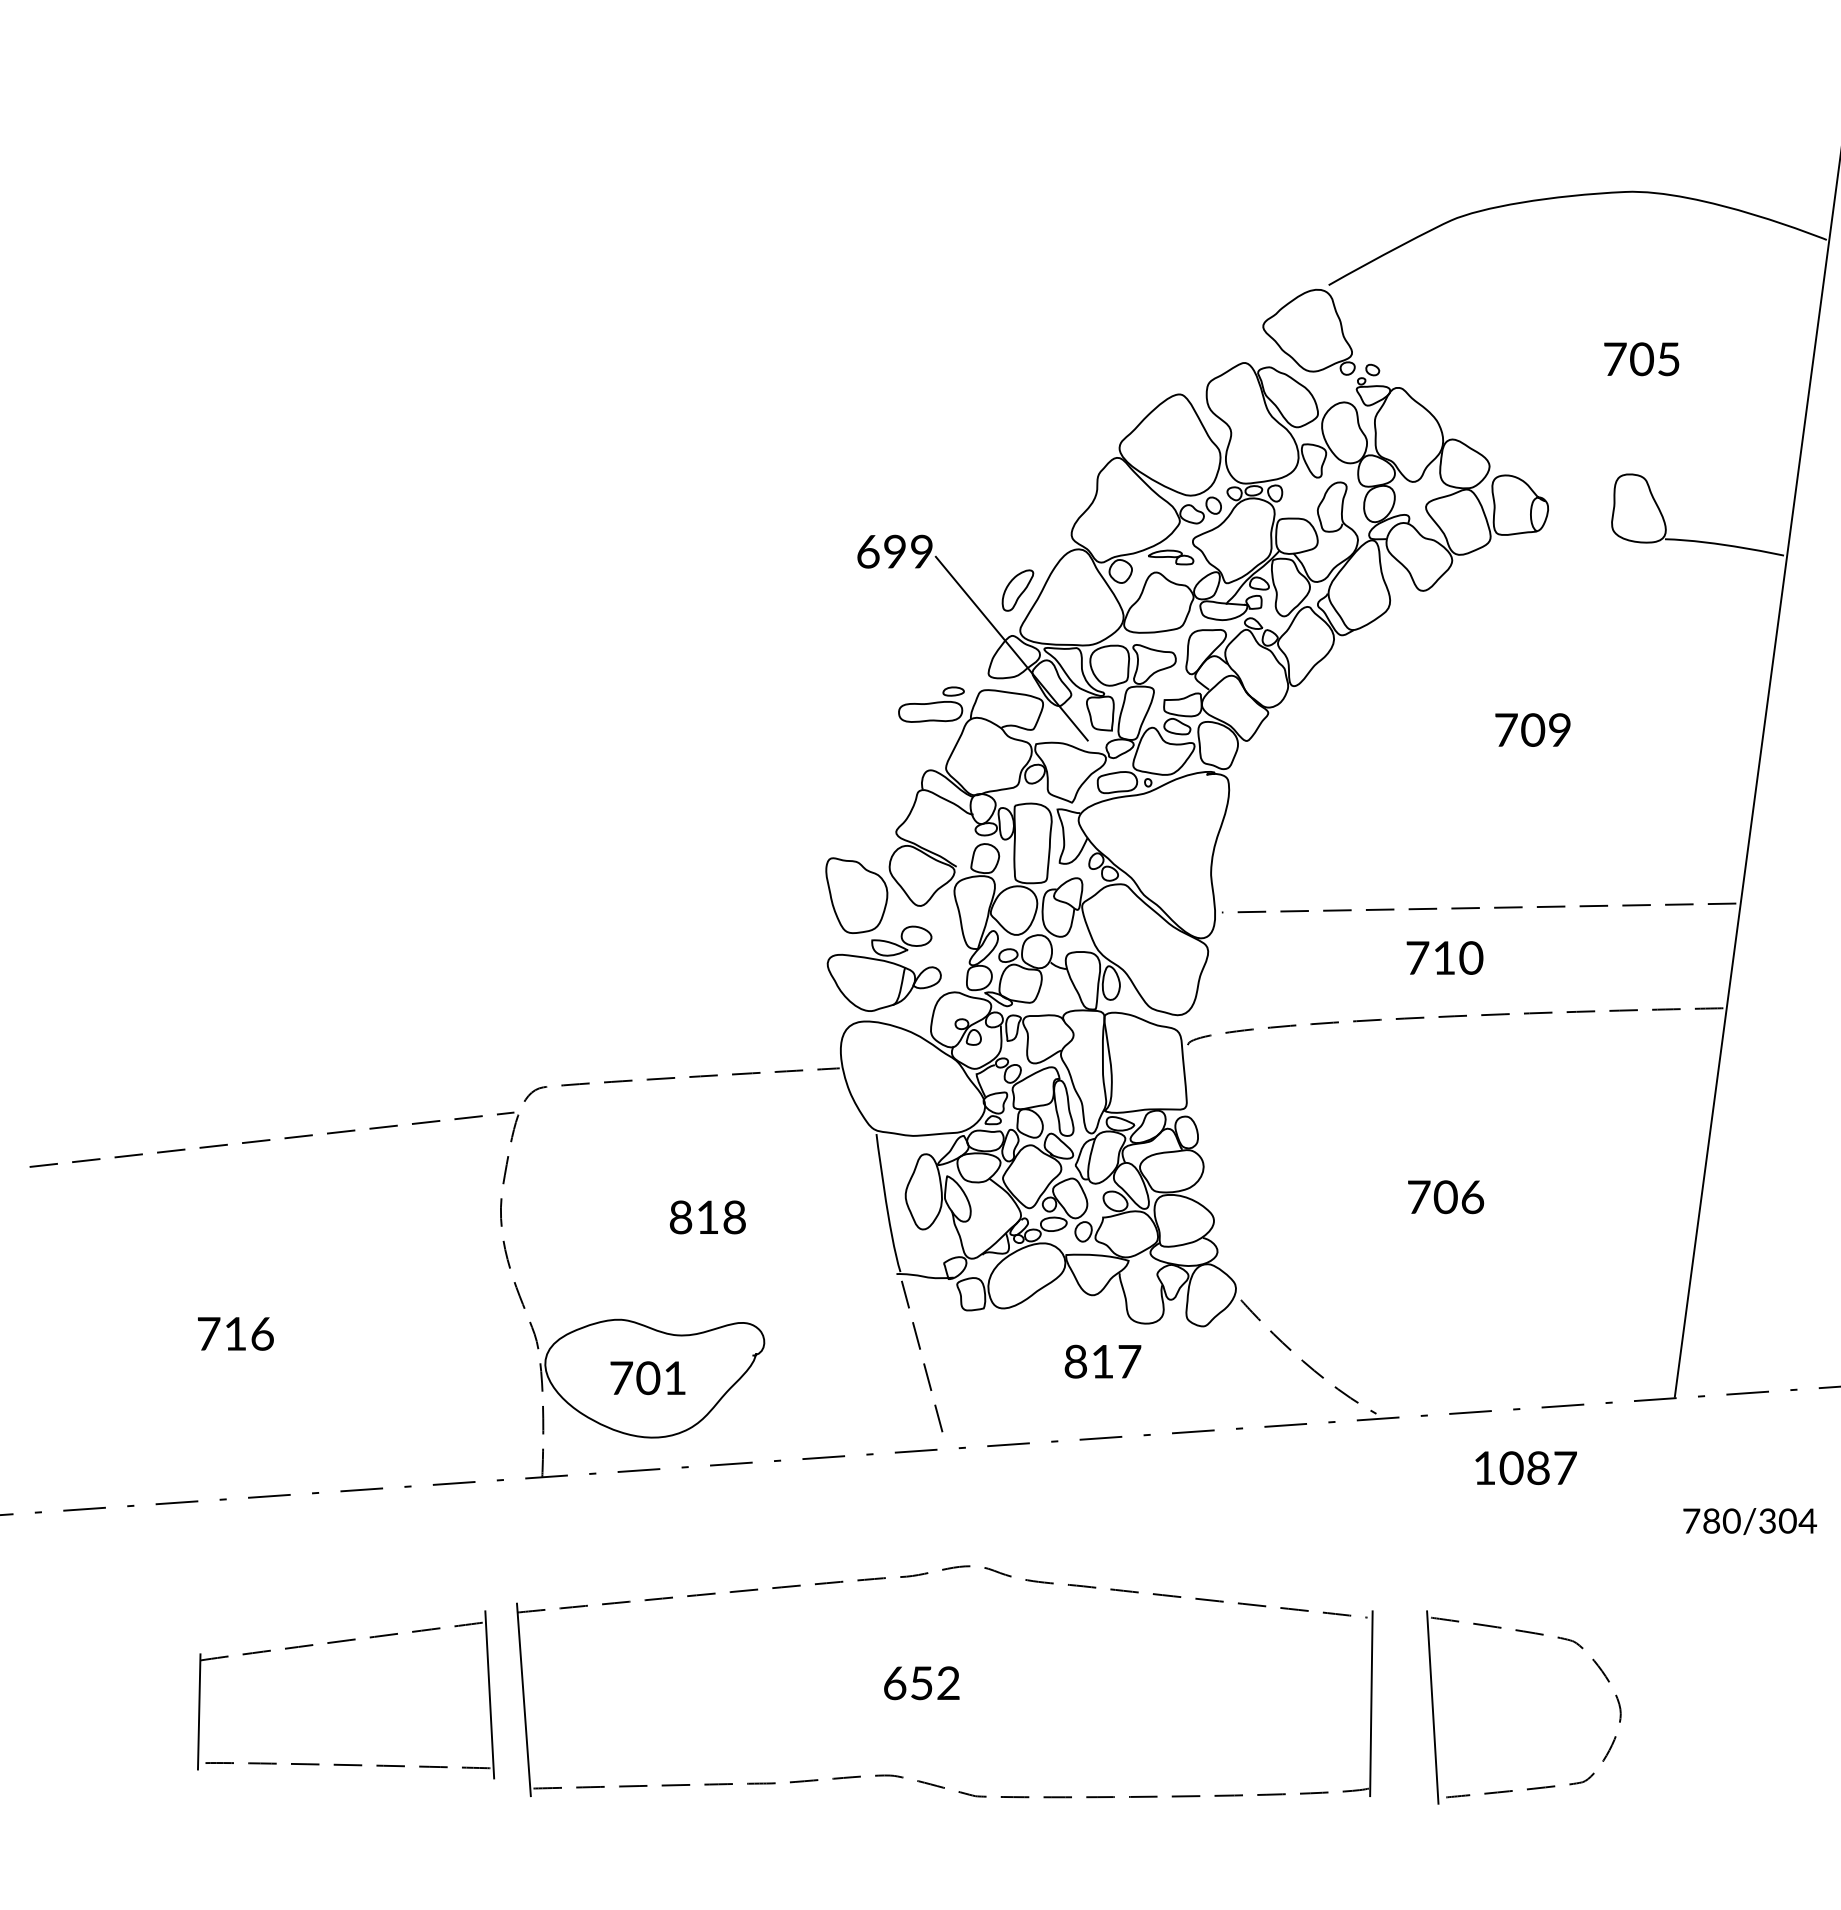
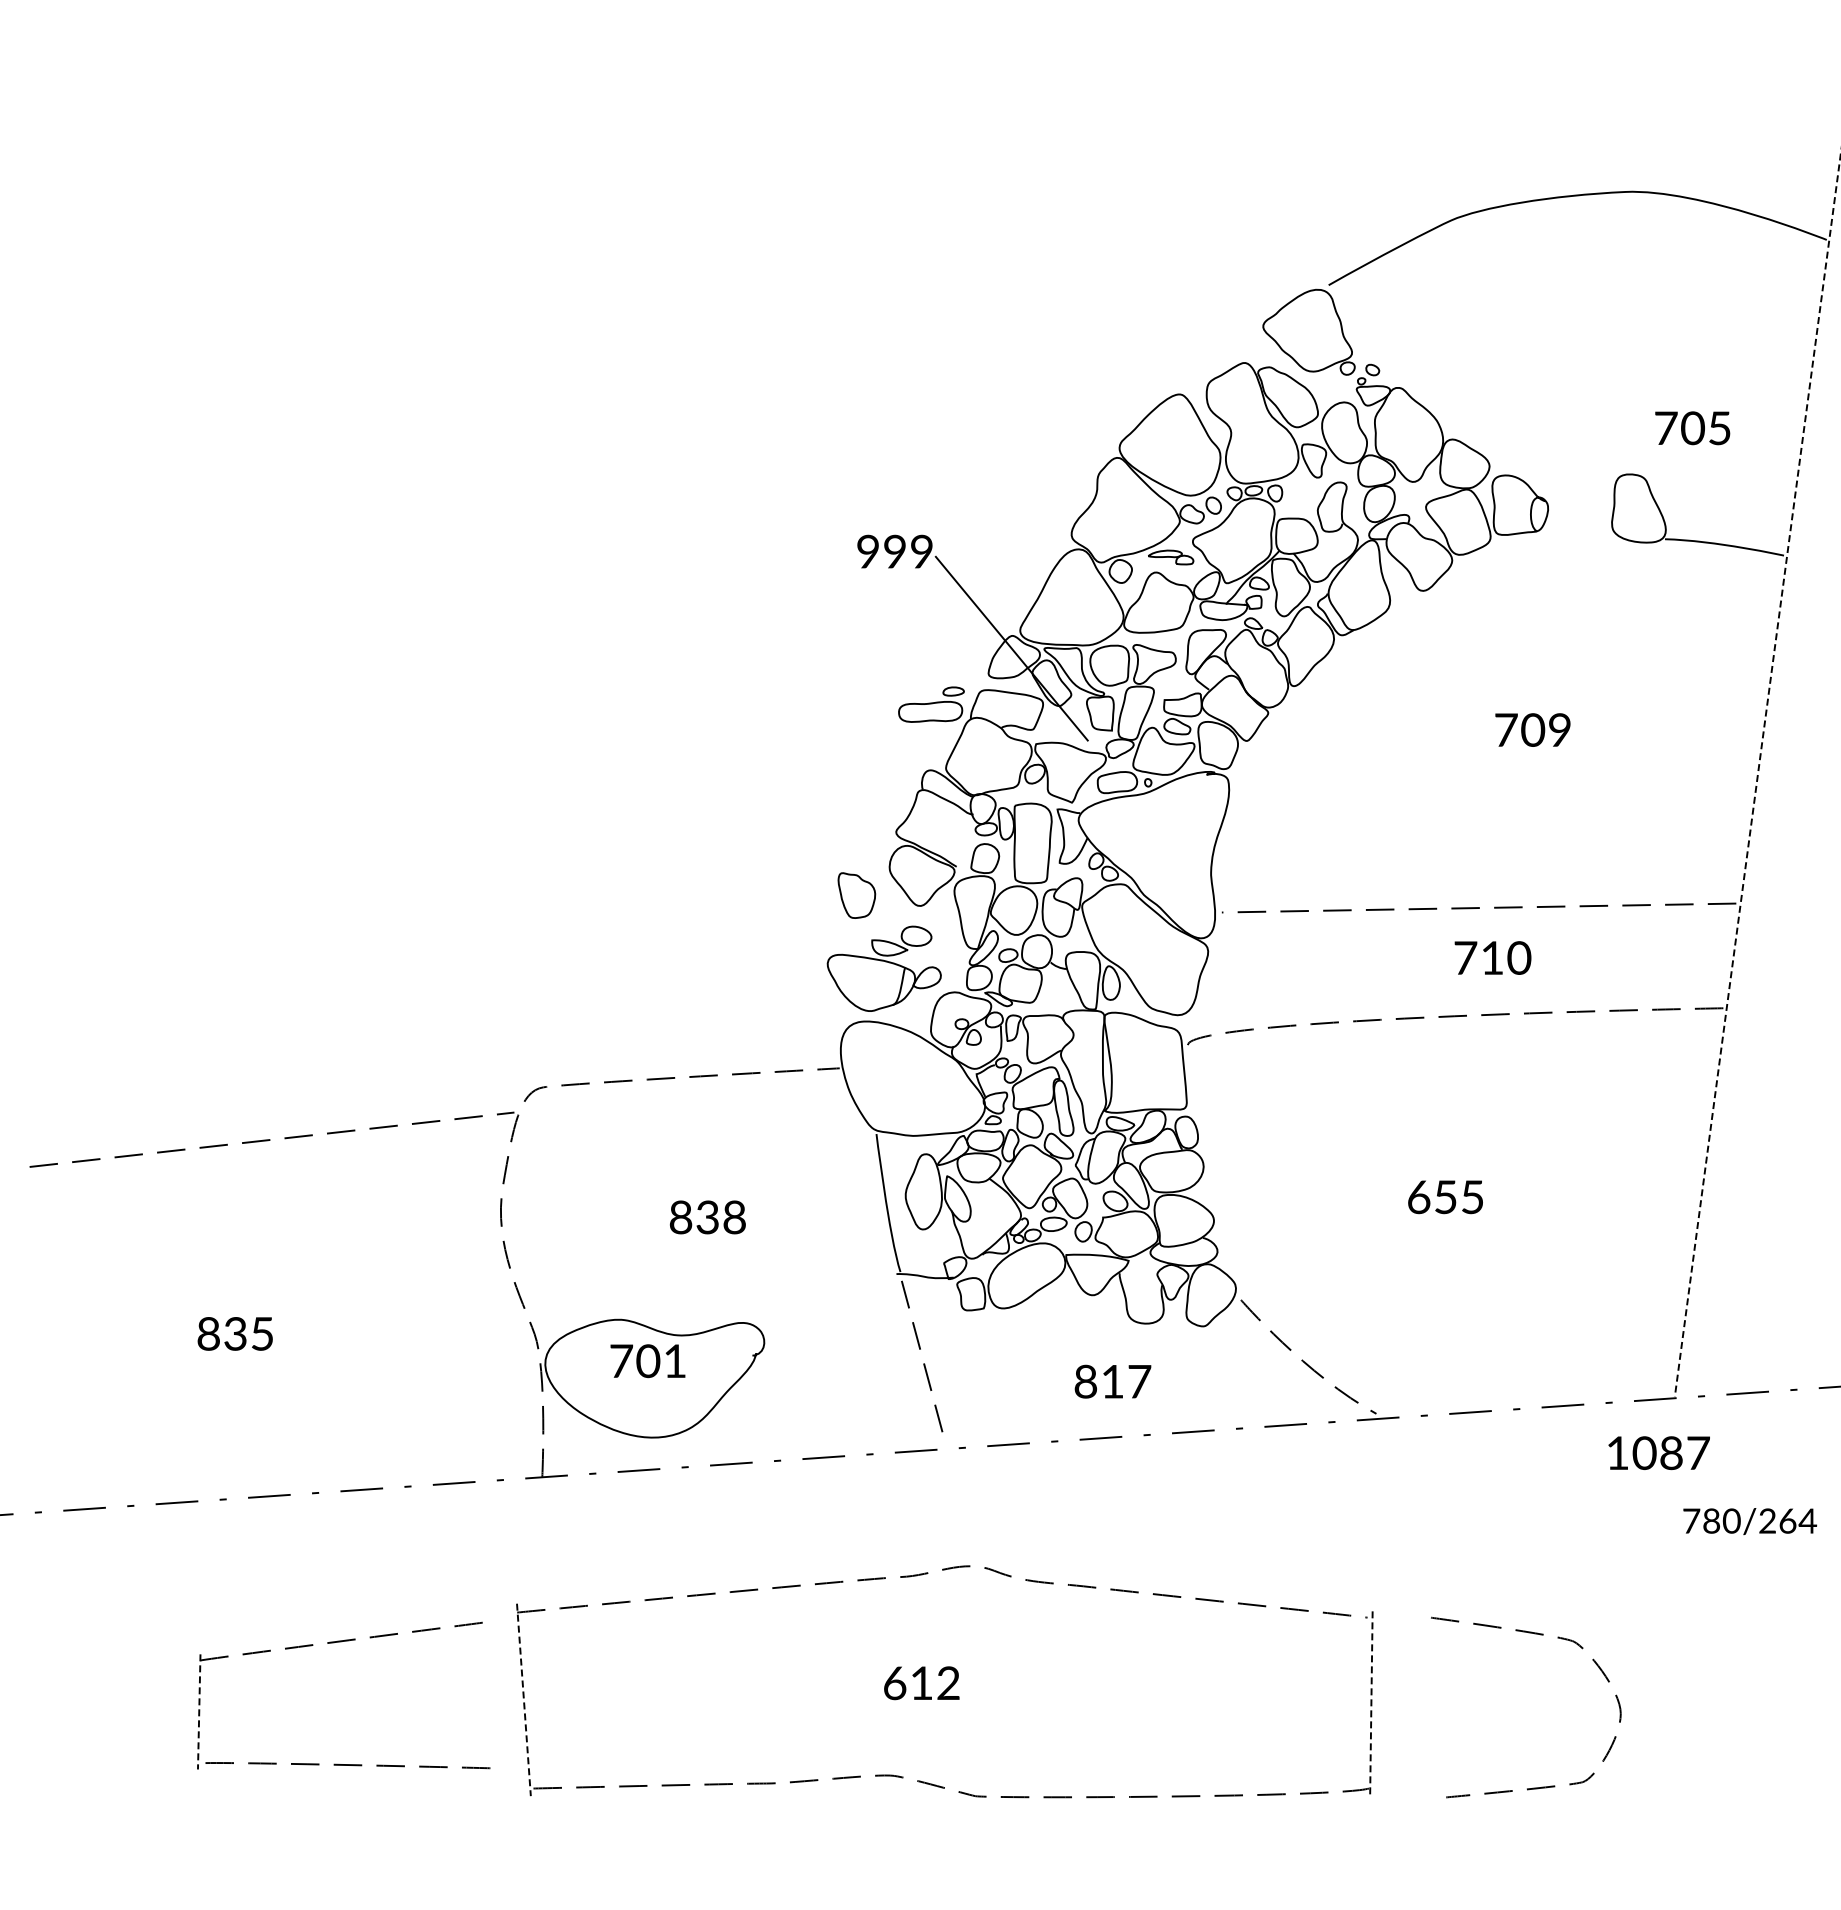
text at (1641, 359) position: (1641, 359) -> (1692, 428)
text at (868, 551): 699 -> 999
part at (1017, 590): present -> none
line at (1757, 775): solid -> dashed
part at (856, 895) size: 64x77 px -> 40x47 px
text at (1444, 957) position: (1444, 957) -> (1492, 957)
text at (1446, 1197): 706 -> 655
text at (707, 1217): 818 -> 838
text at (235, 1333): 716 -> 835
text at (1102, 1361) position: (1102, 1361) -> (1112, 1381)
text at (647, 1378) position: (647, 1378) -> (647, 1361)
text at (1525, 1468) position: (1525, 1468) -> (1658, 1453)
text at (1777, 1520): 780/304 -> 780/264
text at (921, 1683): 652 -> 612
line at (489, 1694): present -> none
line at (523, 1700): solid -> dashed
line at (1371, 1704): solid -> dashed
line at (1432, 1707): present -> none
line at (199, 1711): solid -> dashed
